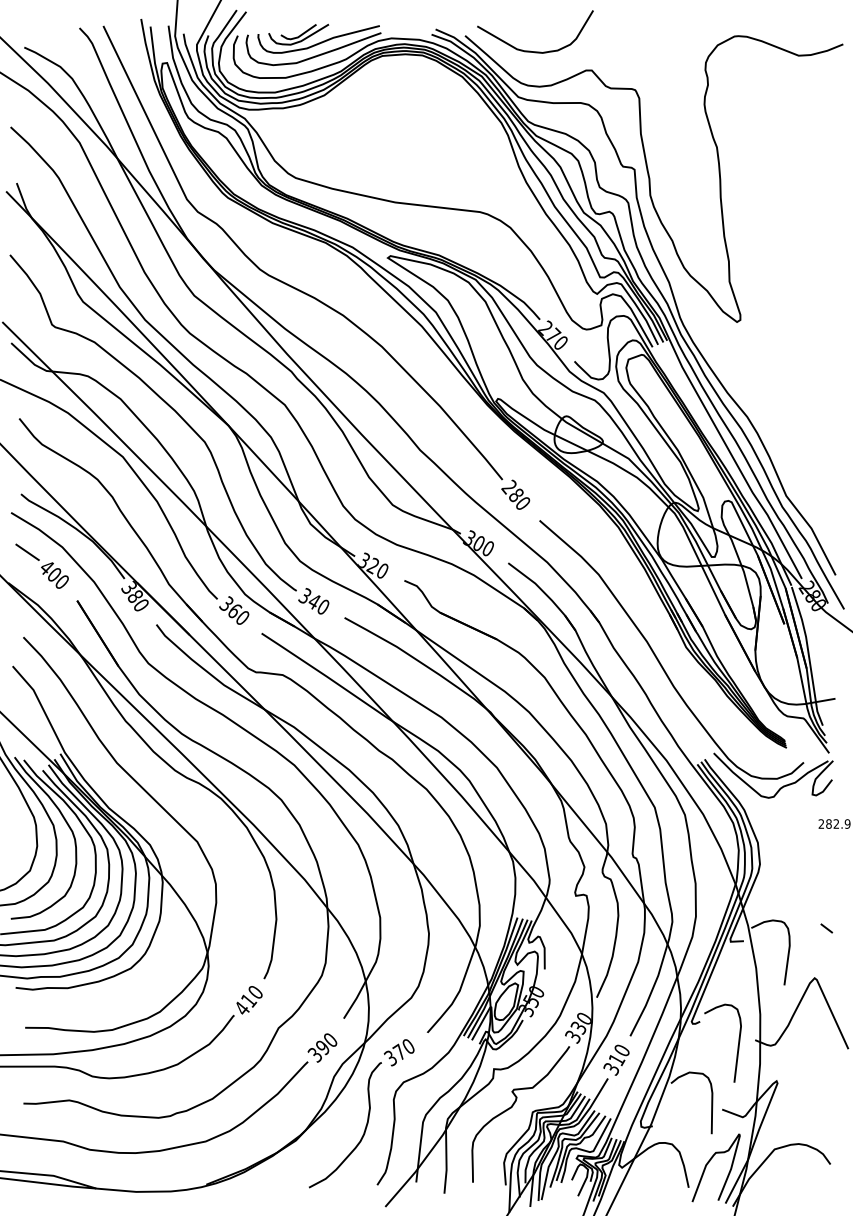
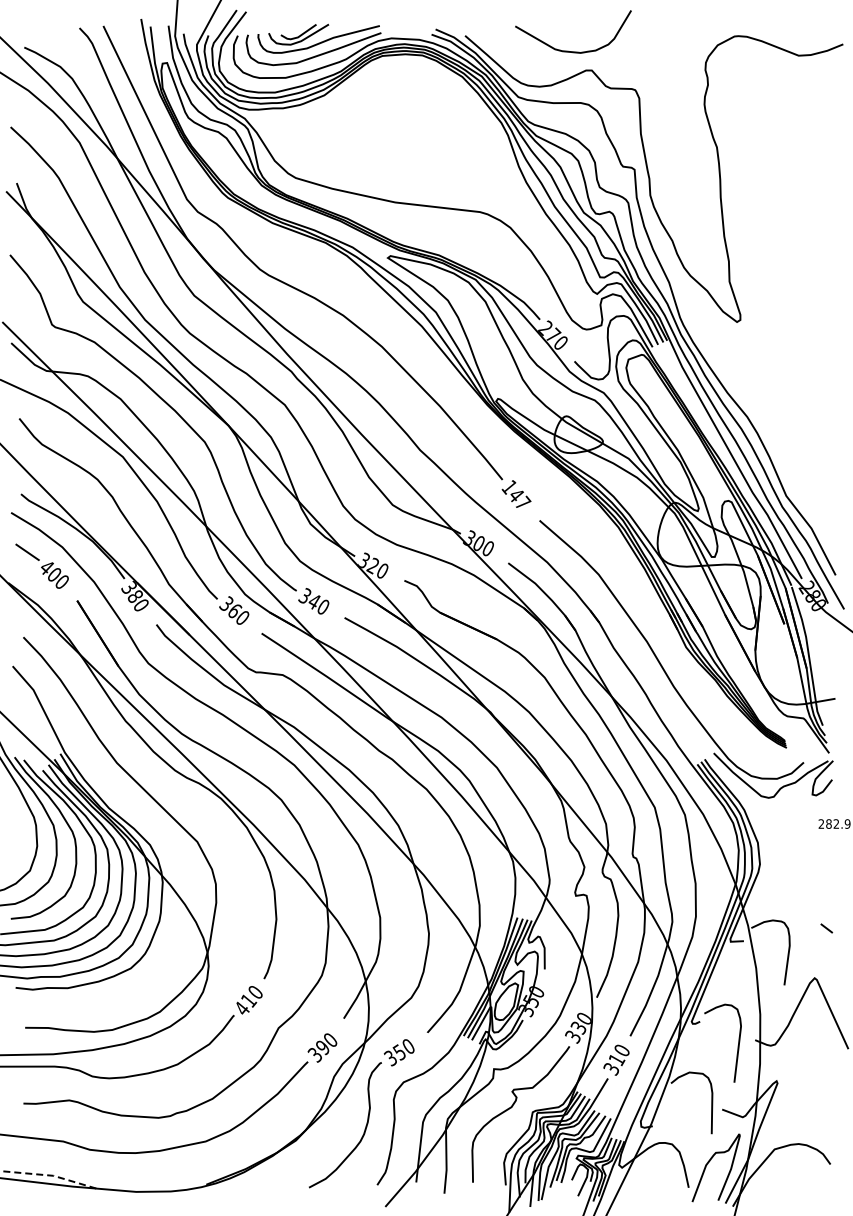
curve at (530, 50) position: (530, 50) -> (568, 50)
text at (516, 494): 280 -> 147
text at (398, 1051): 370 -> 350
line at (49, 1175): solid -> dashed
